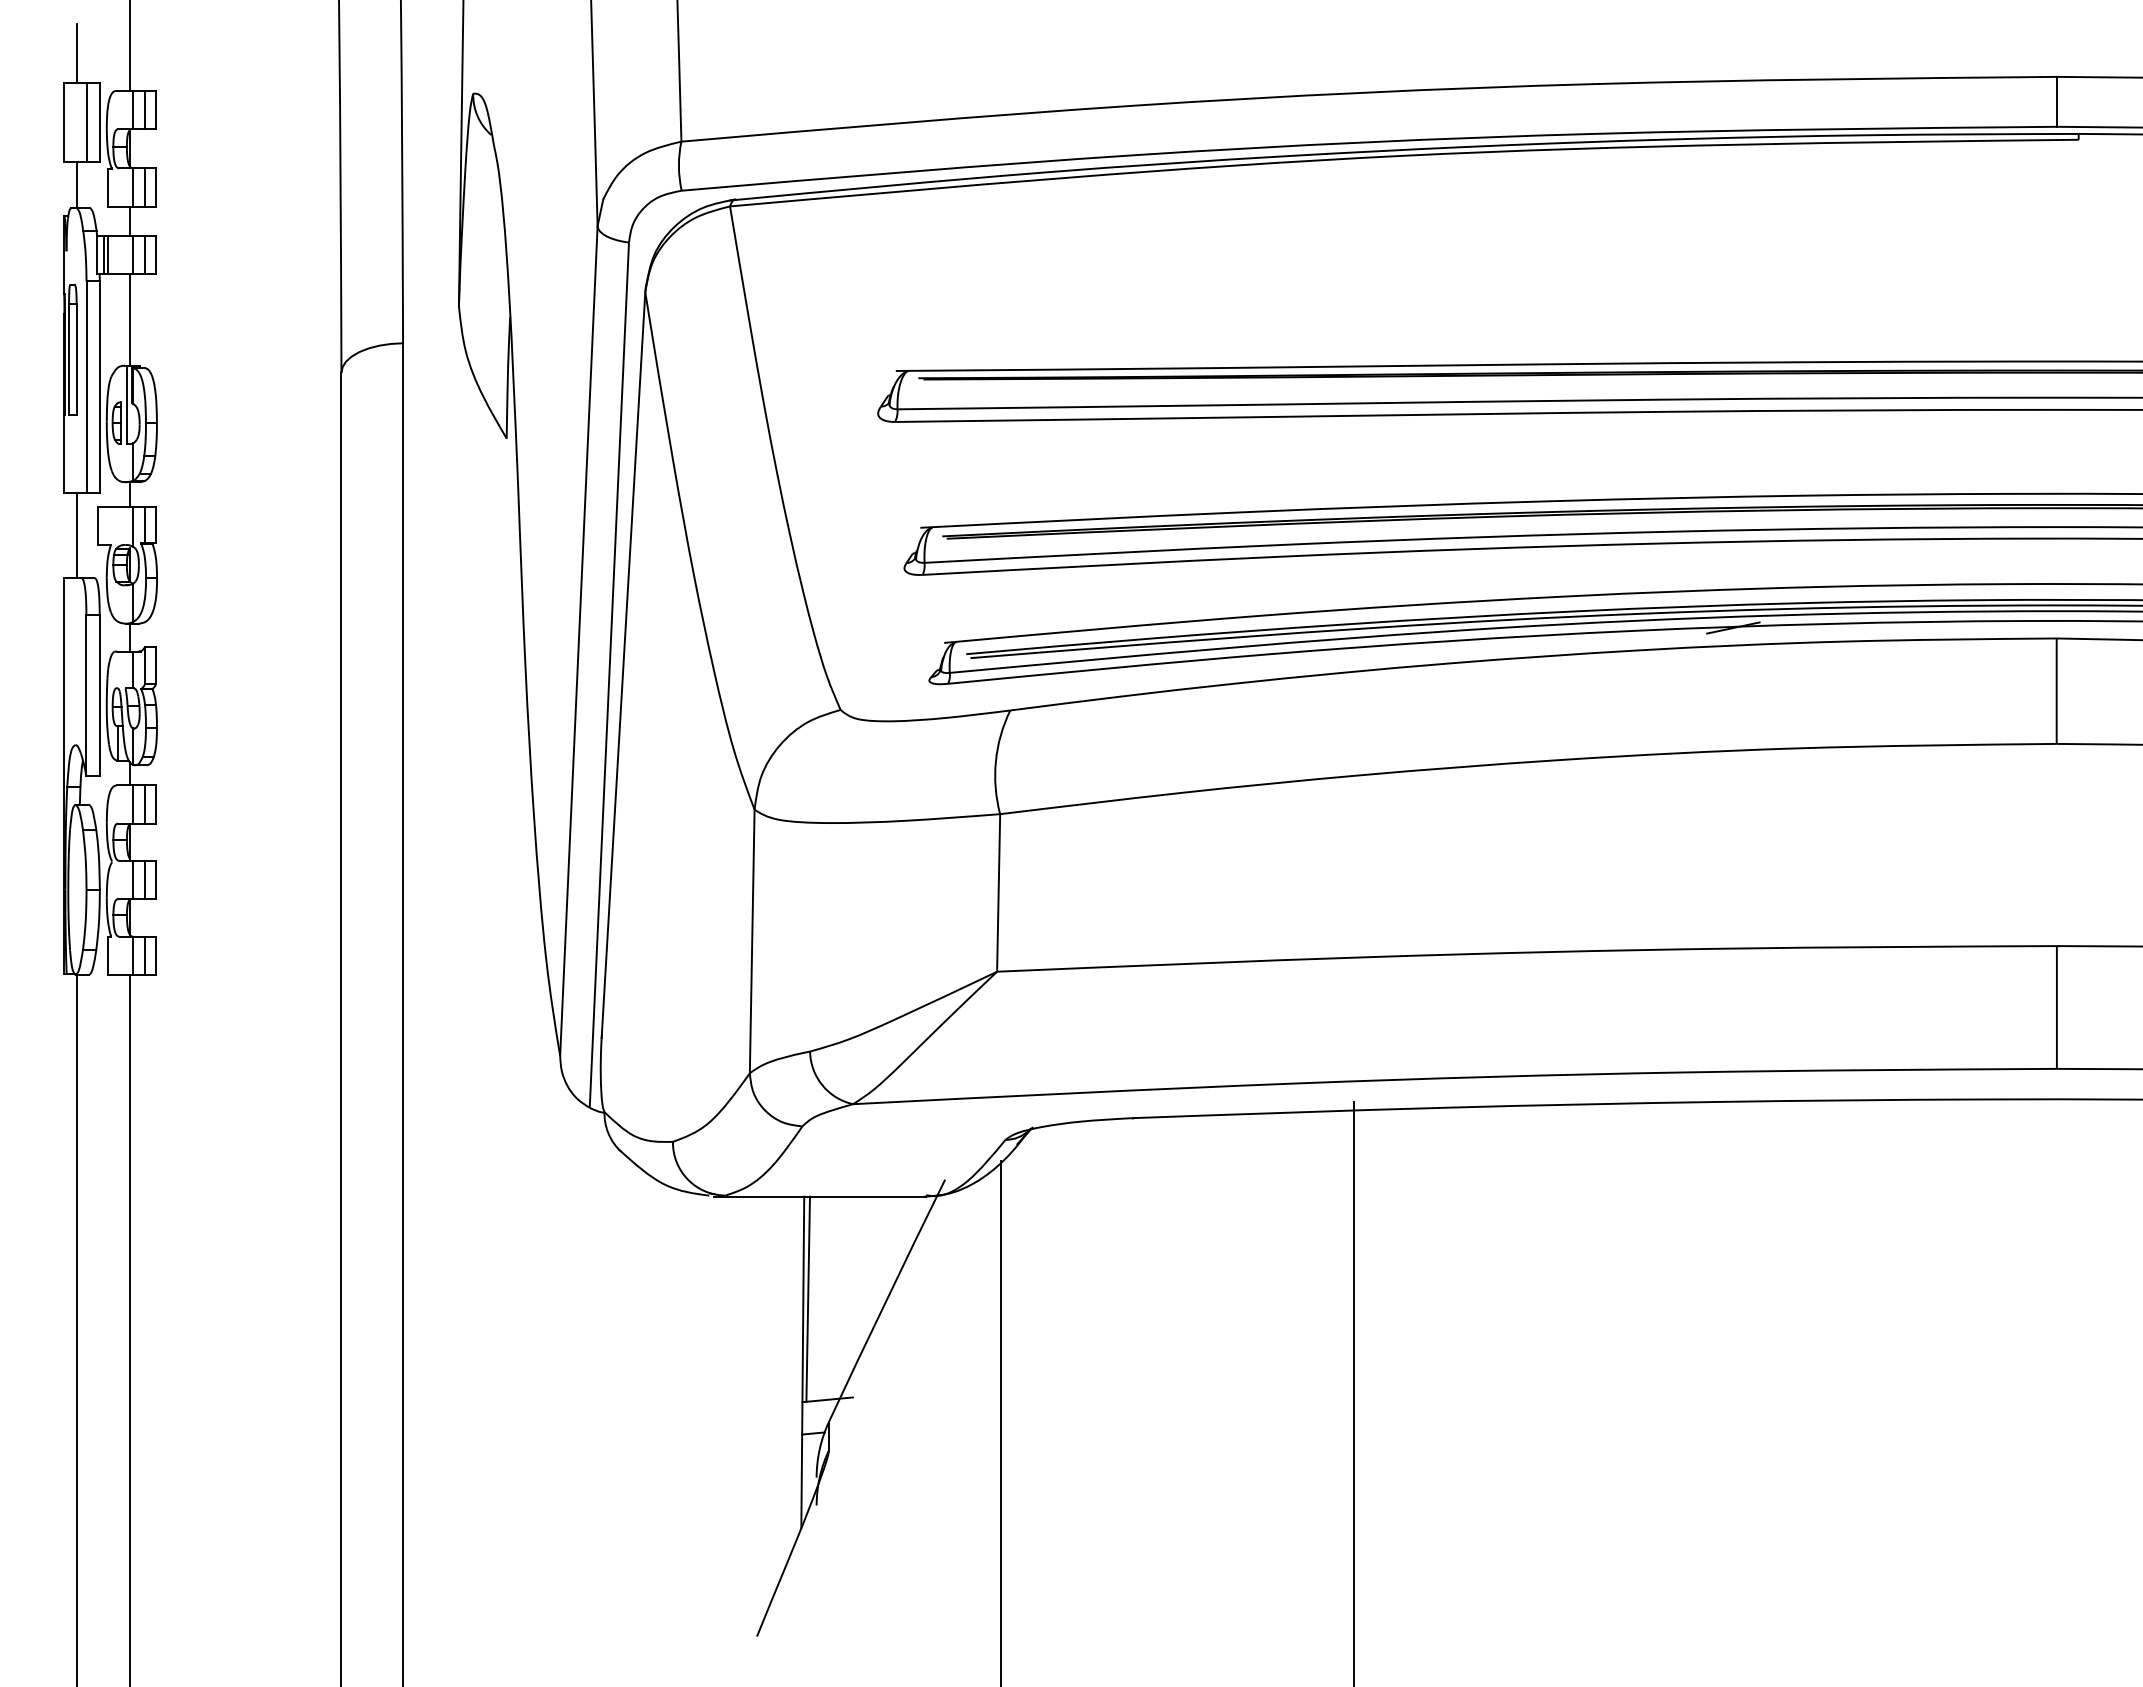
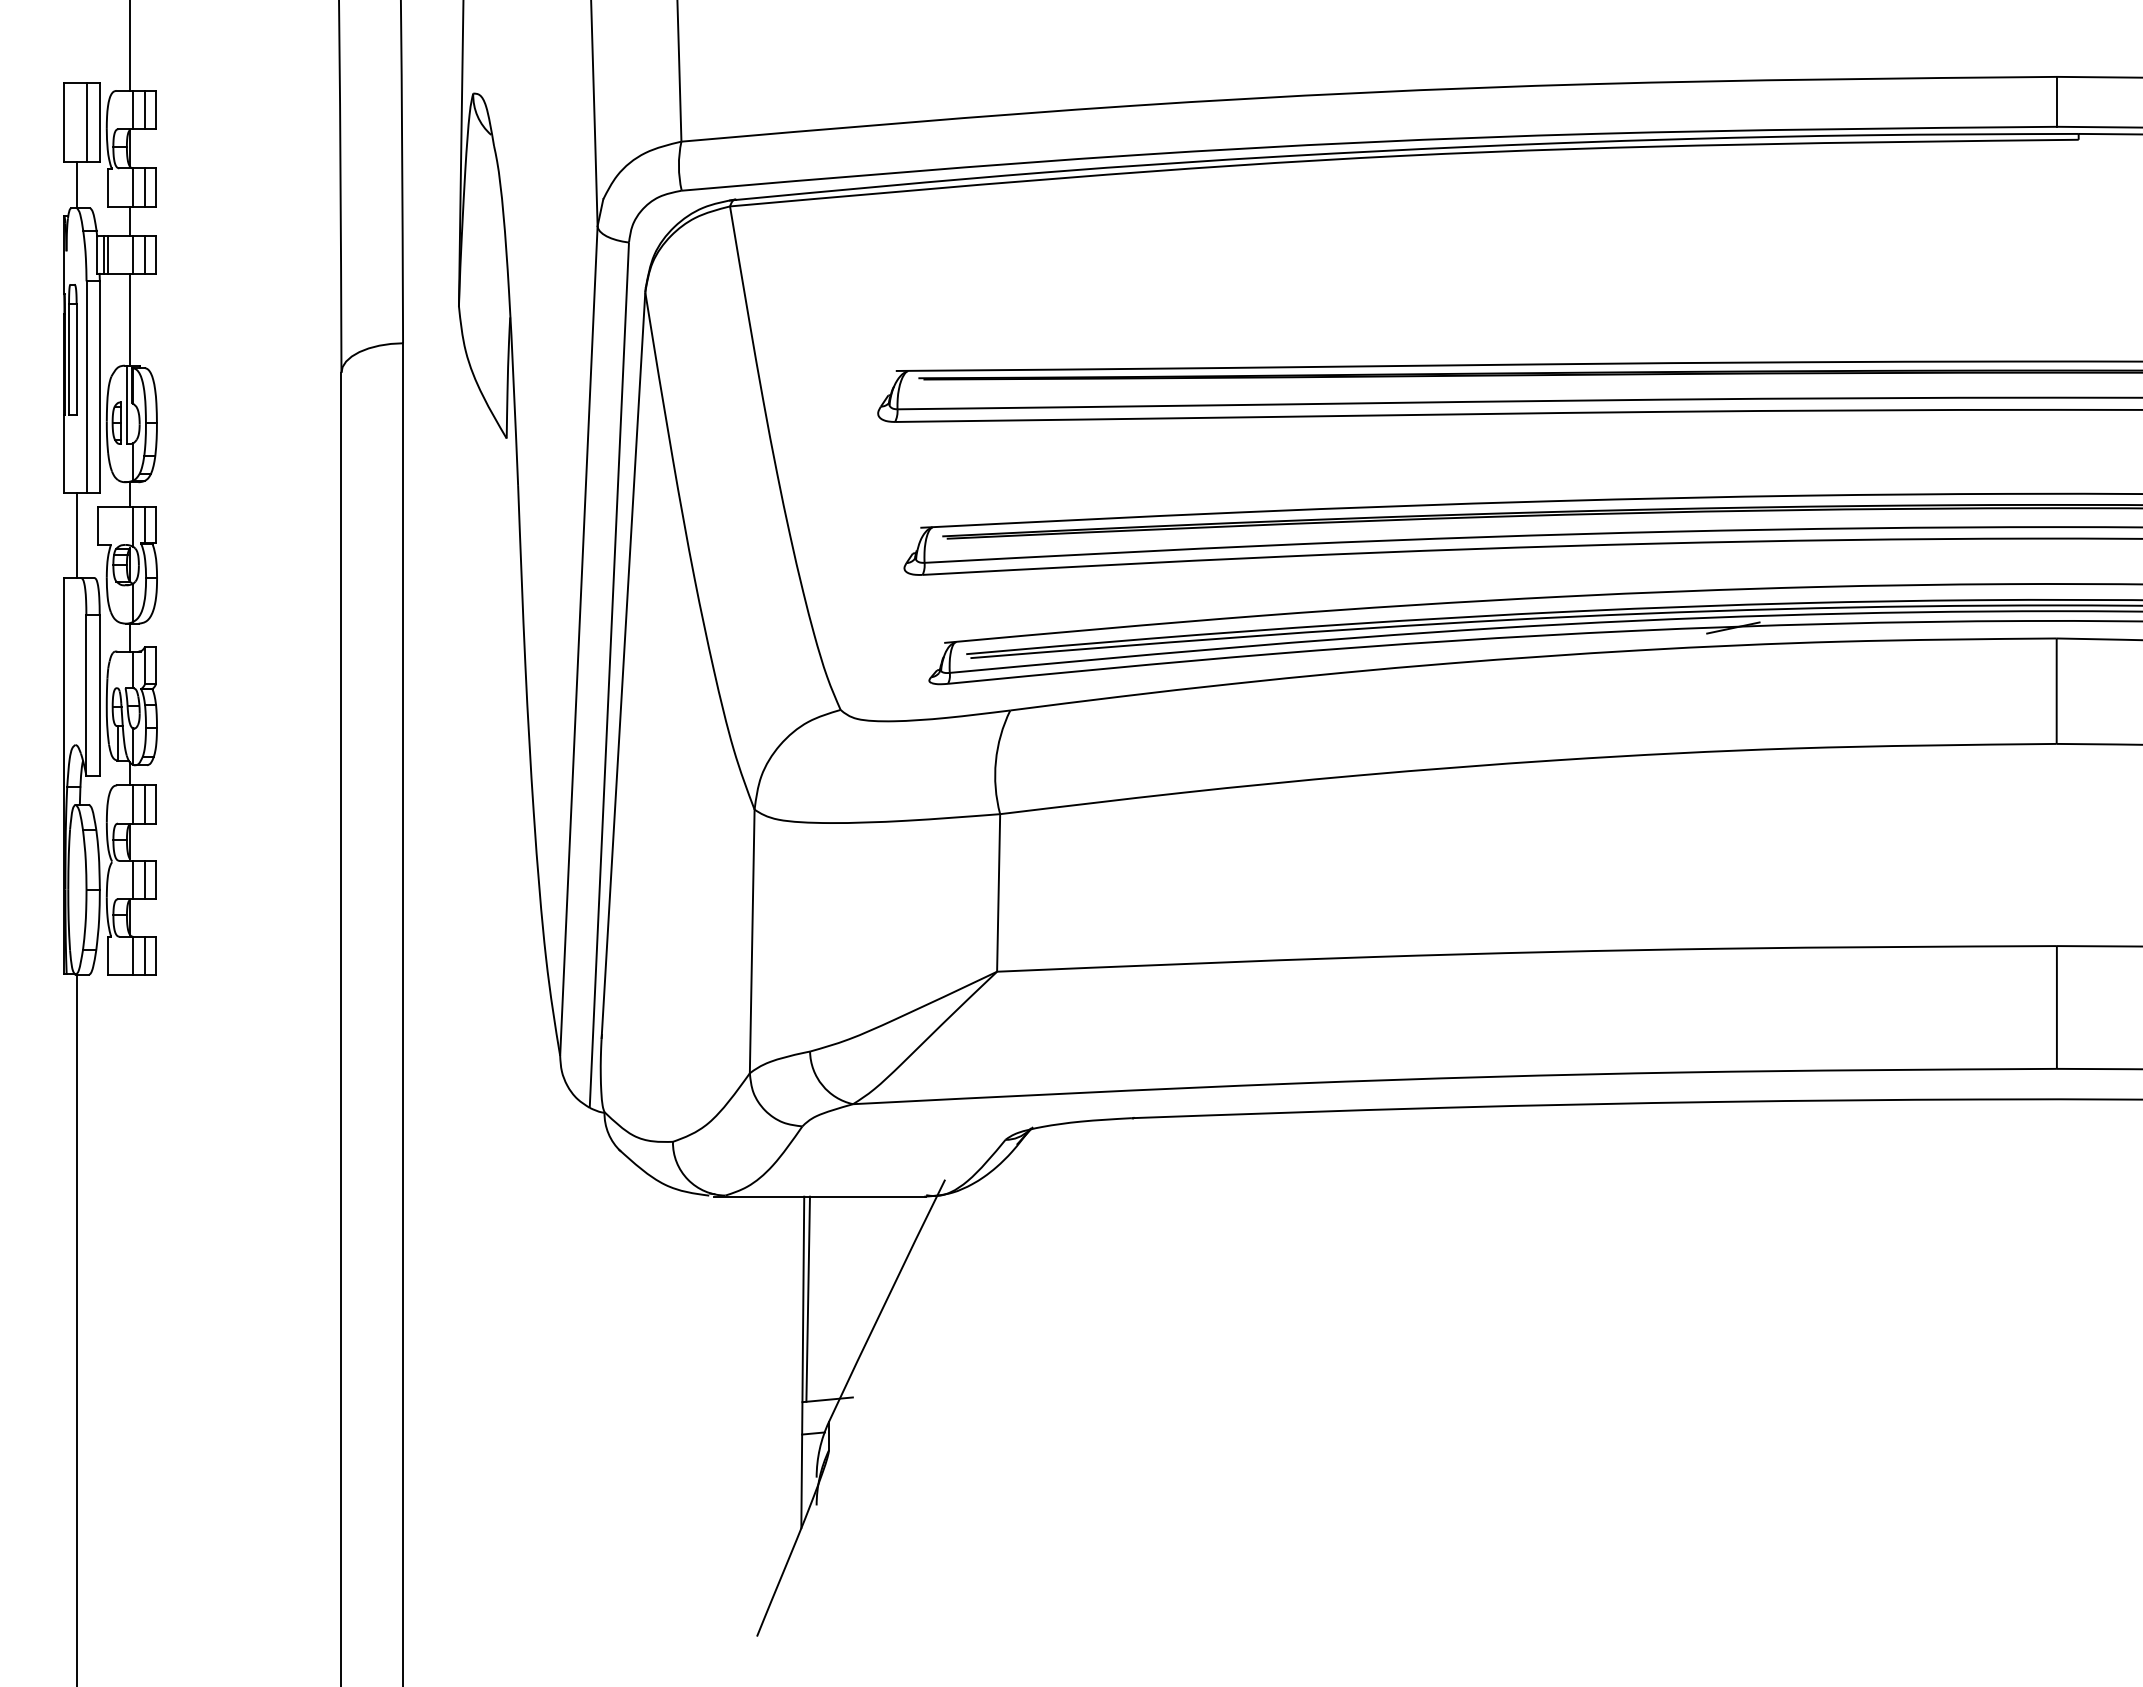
line at (77, 53): present -> none
line at (130, 1328): present -> none
line at (1353, 1392): present -> none
line at (1001, 1421): present -> none
